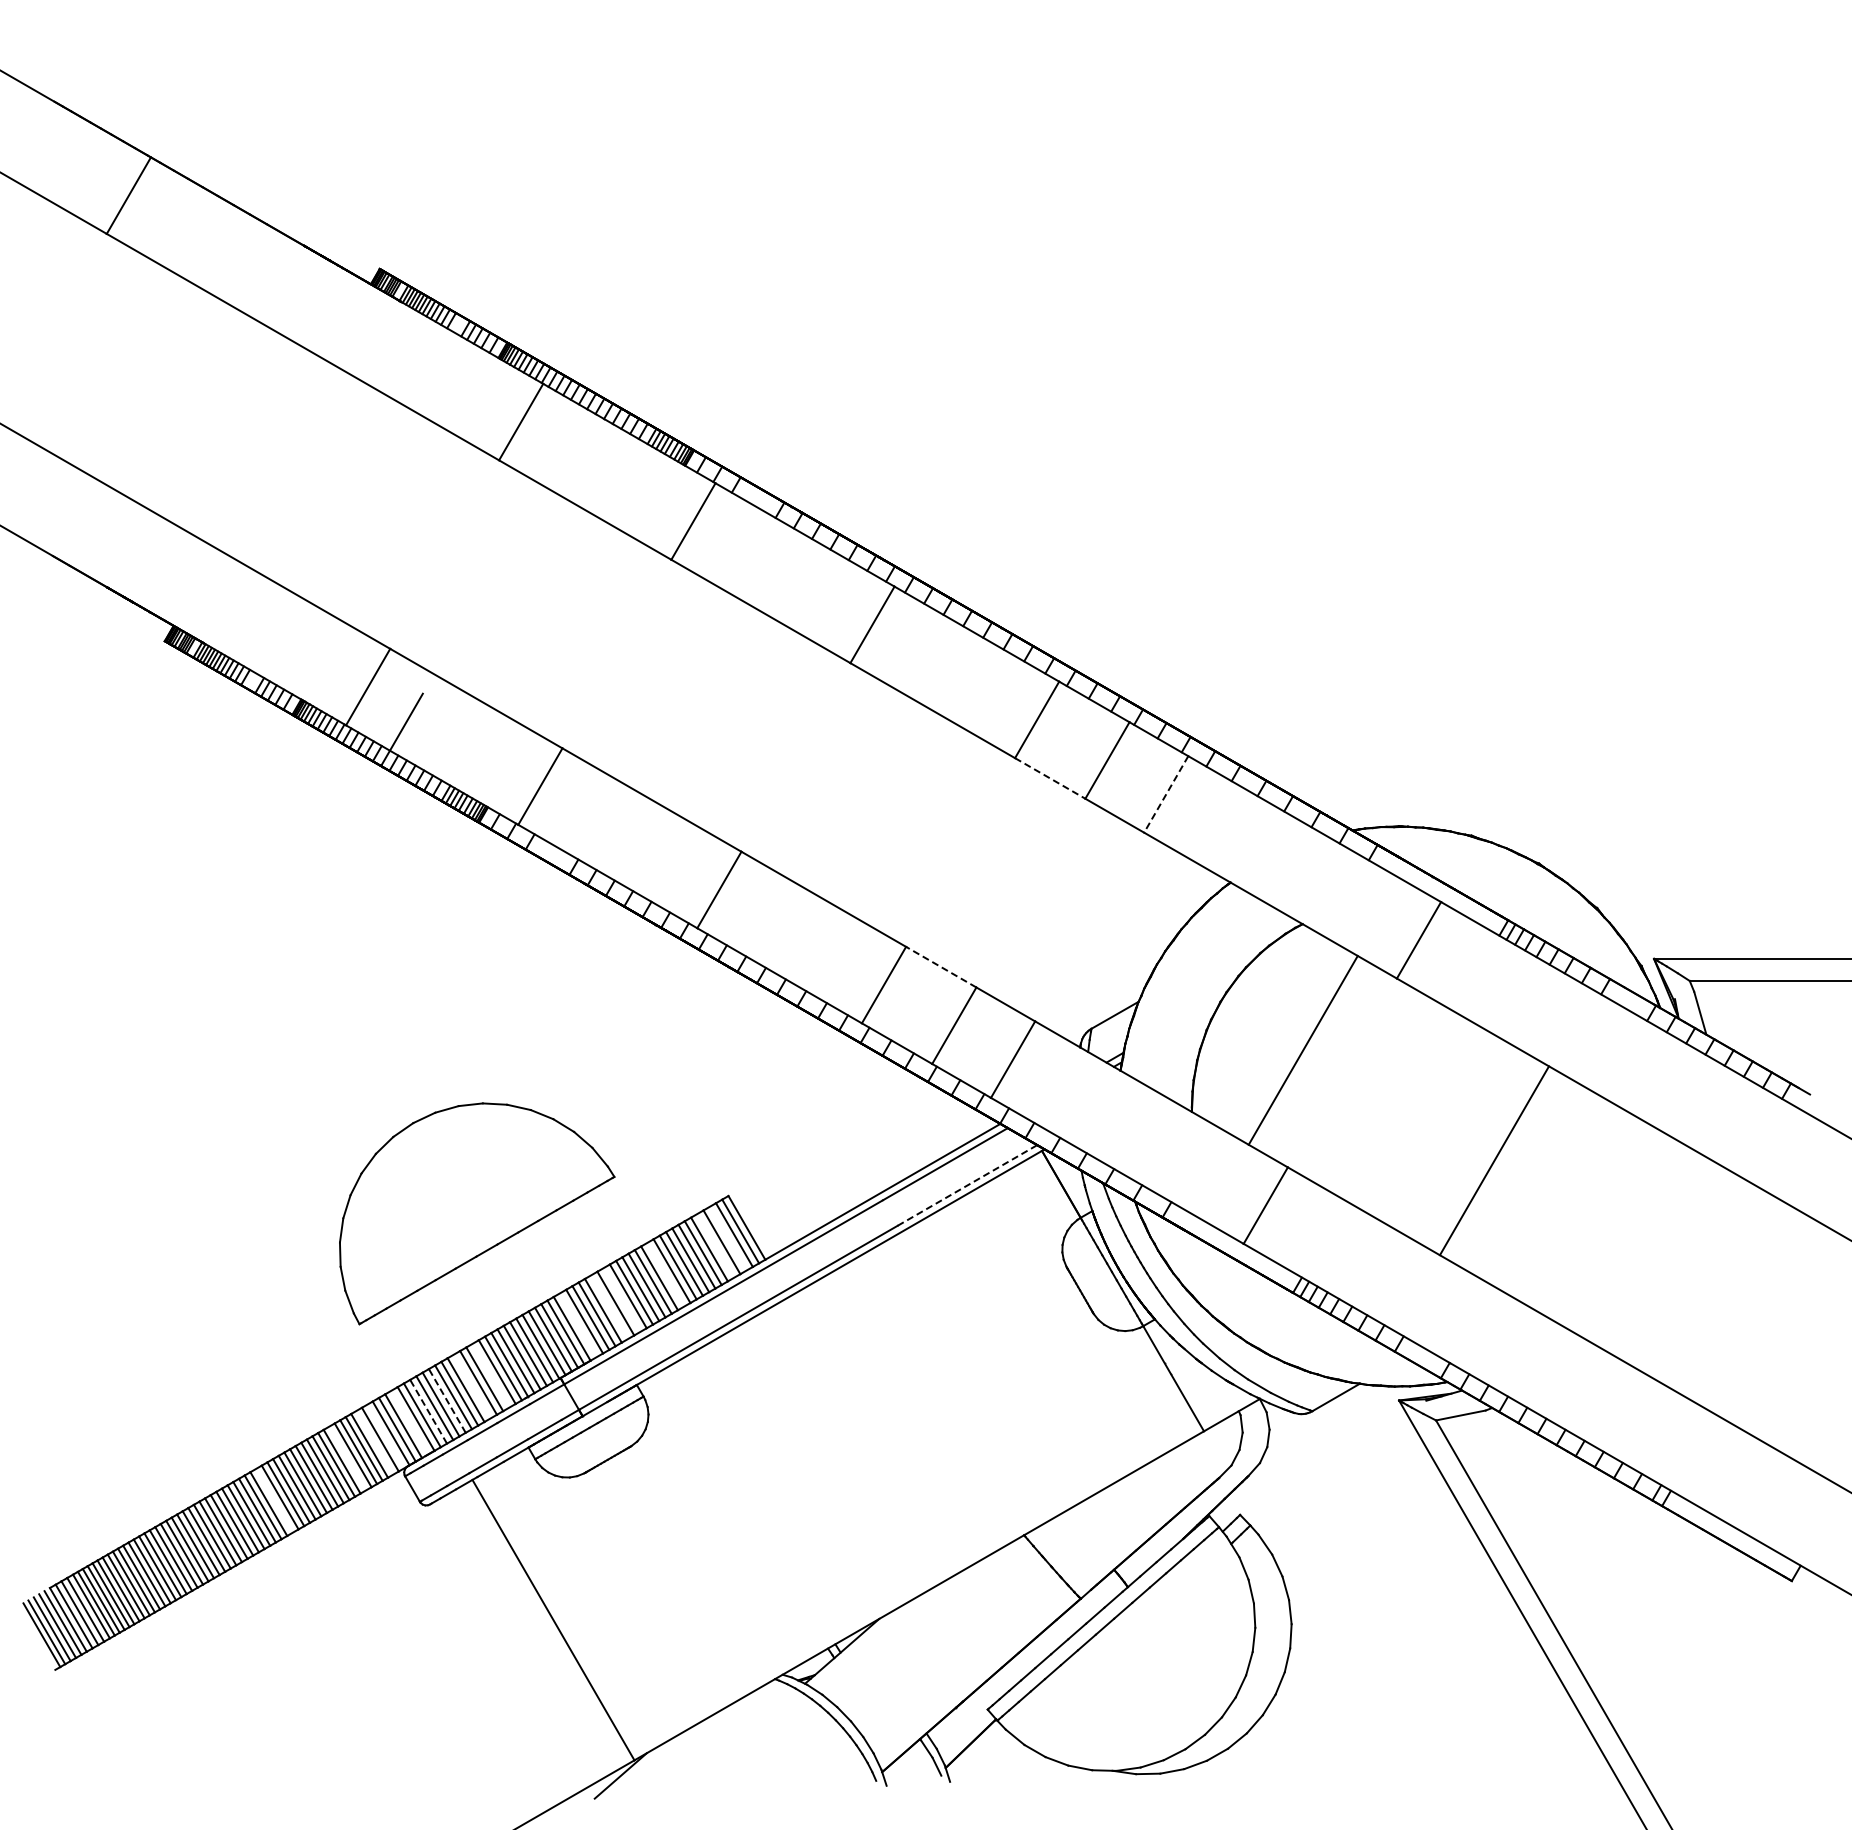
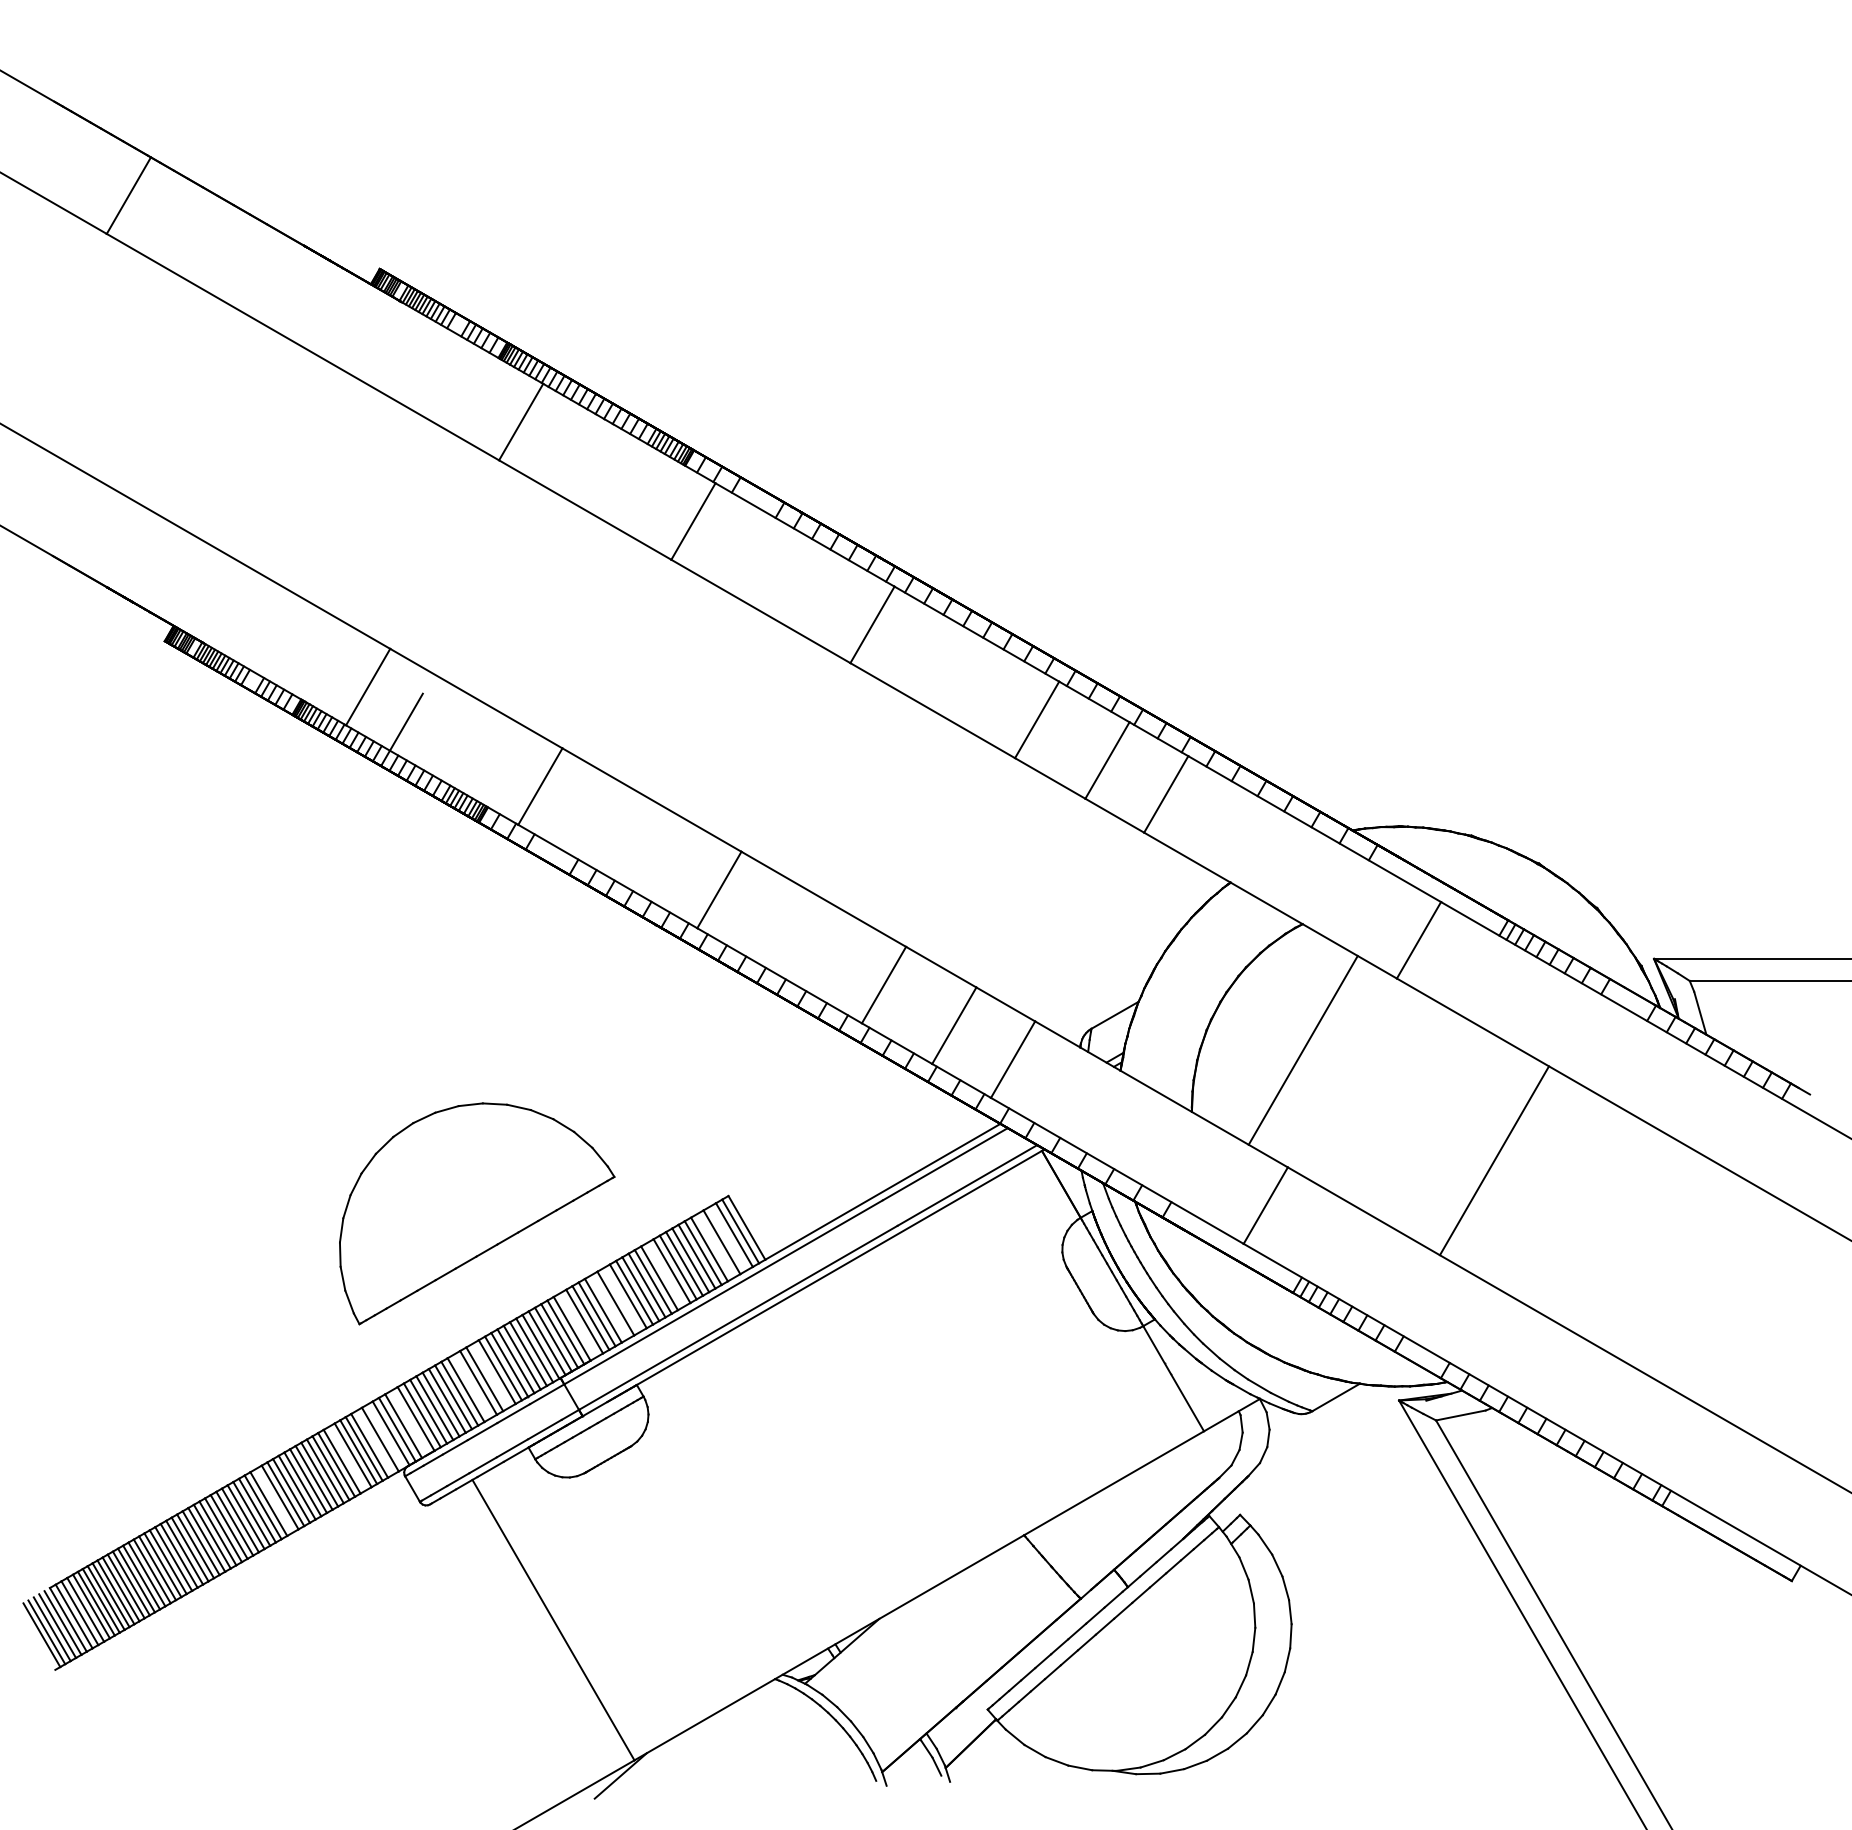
line at (1050, 778): dashed -> solid
line at (1166, 794): dashed -> solid
line at (941, 967): dashed -> solid
line at (967, 1185): dashed -> solid
line at (447, 1400): dashed -> solid
line at (428, 1411): dashed -> solid
